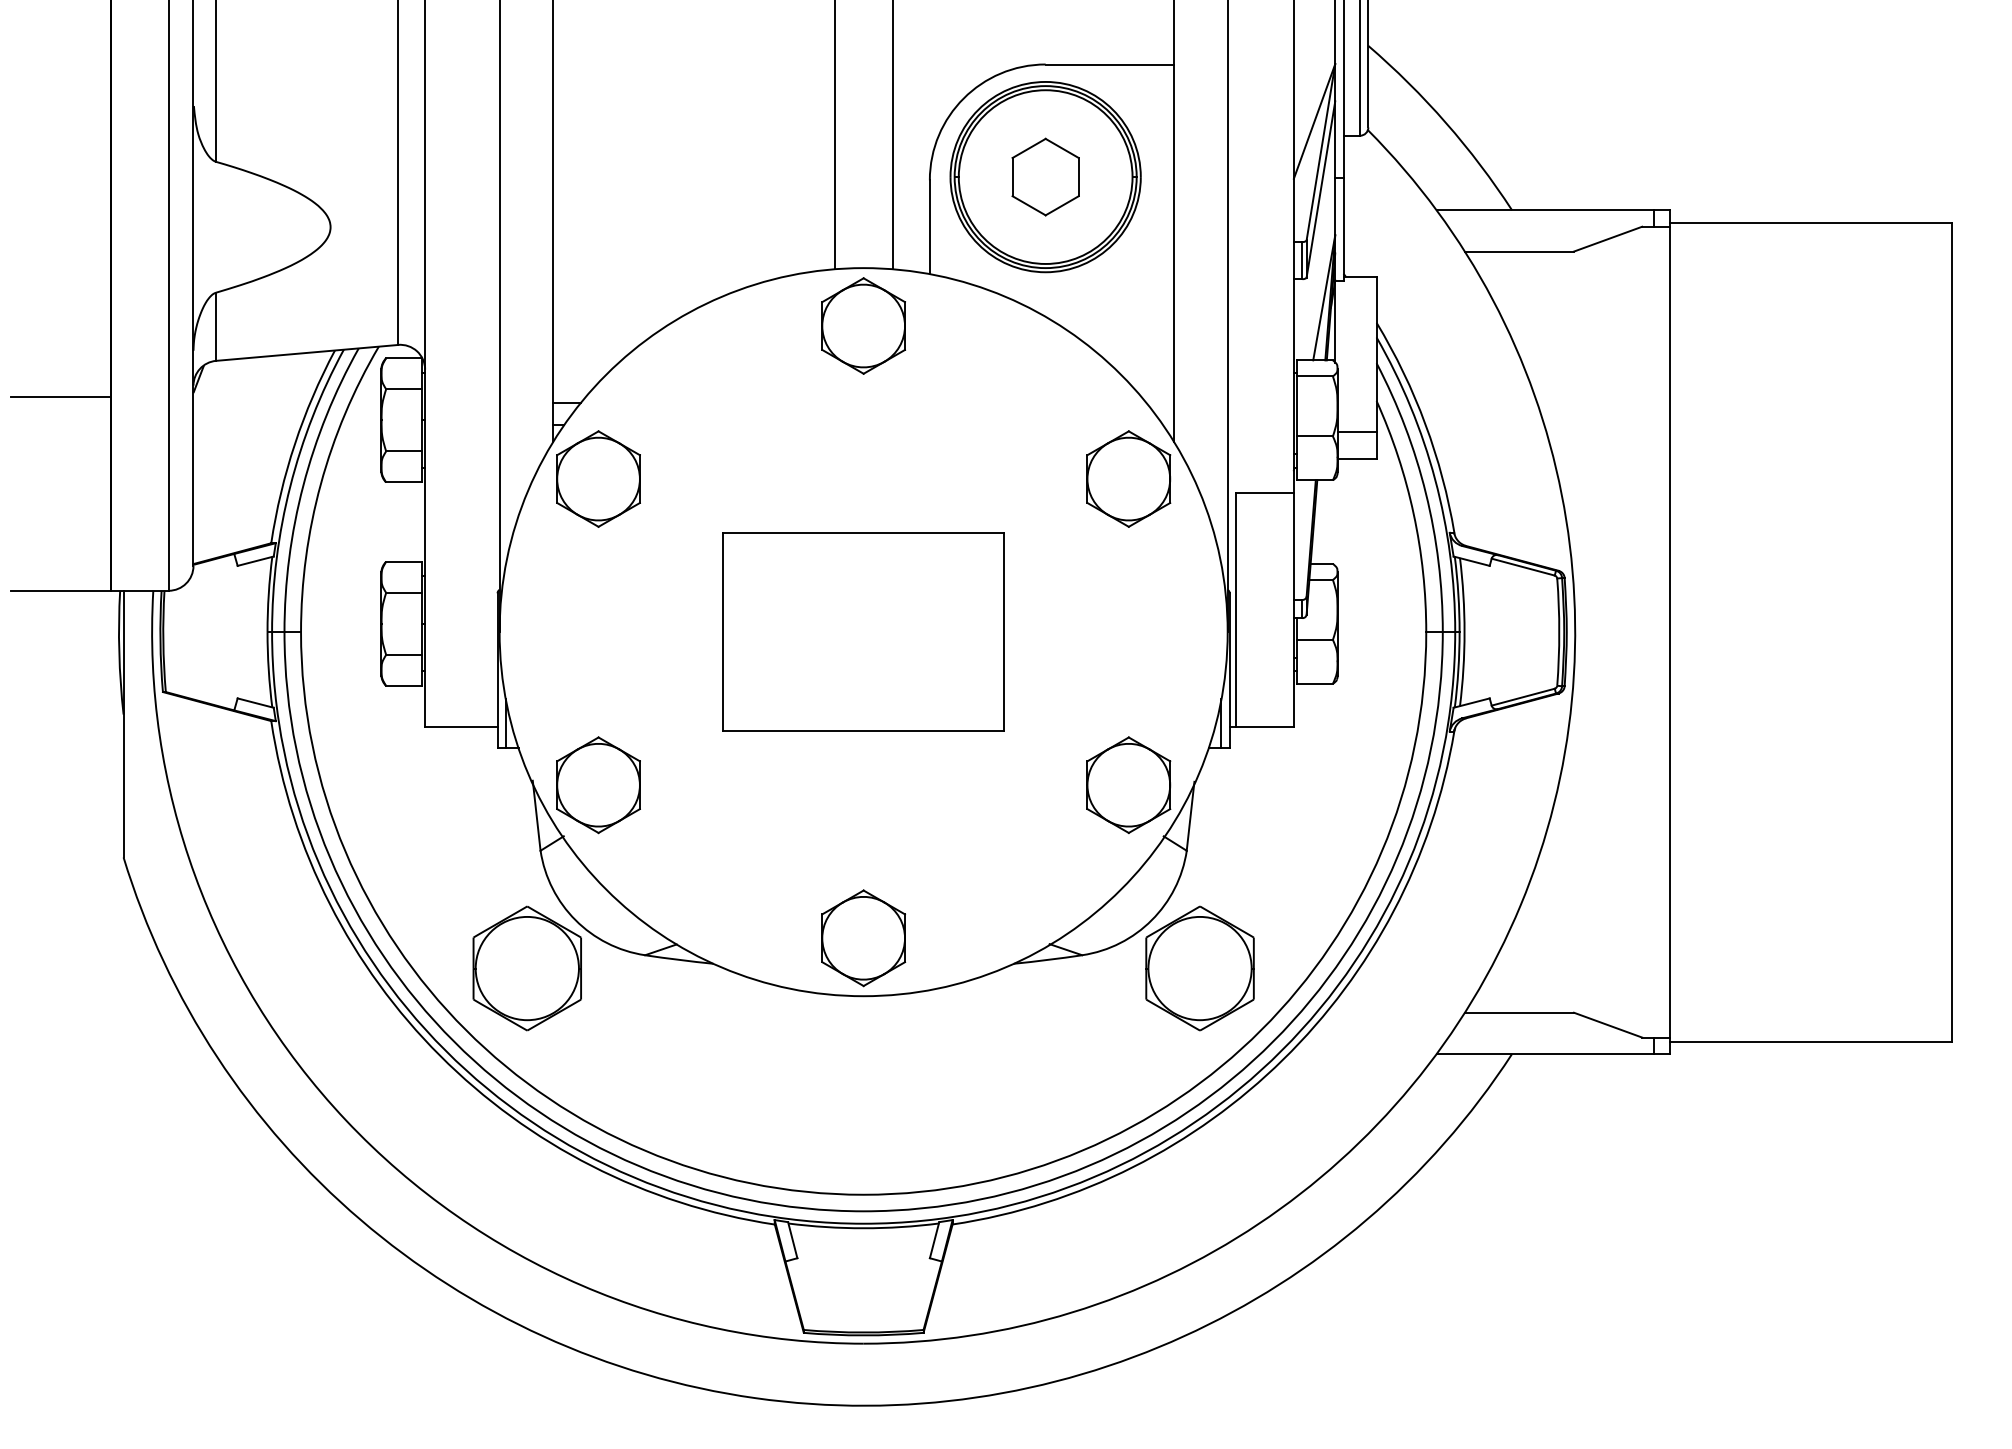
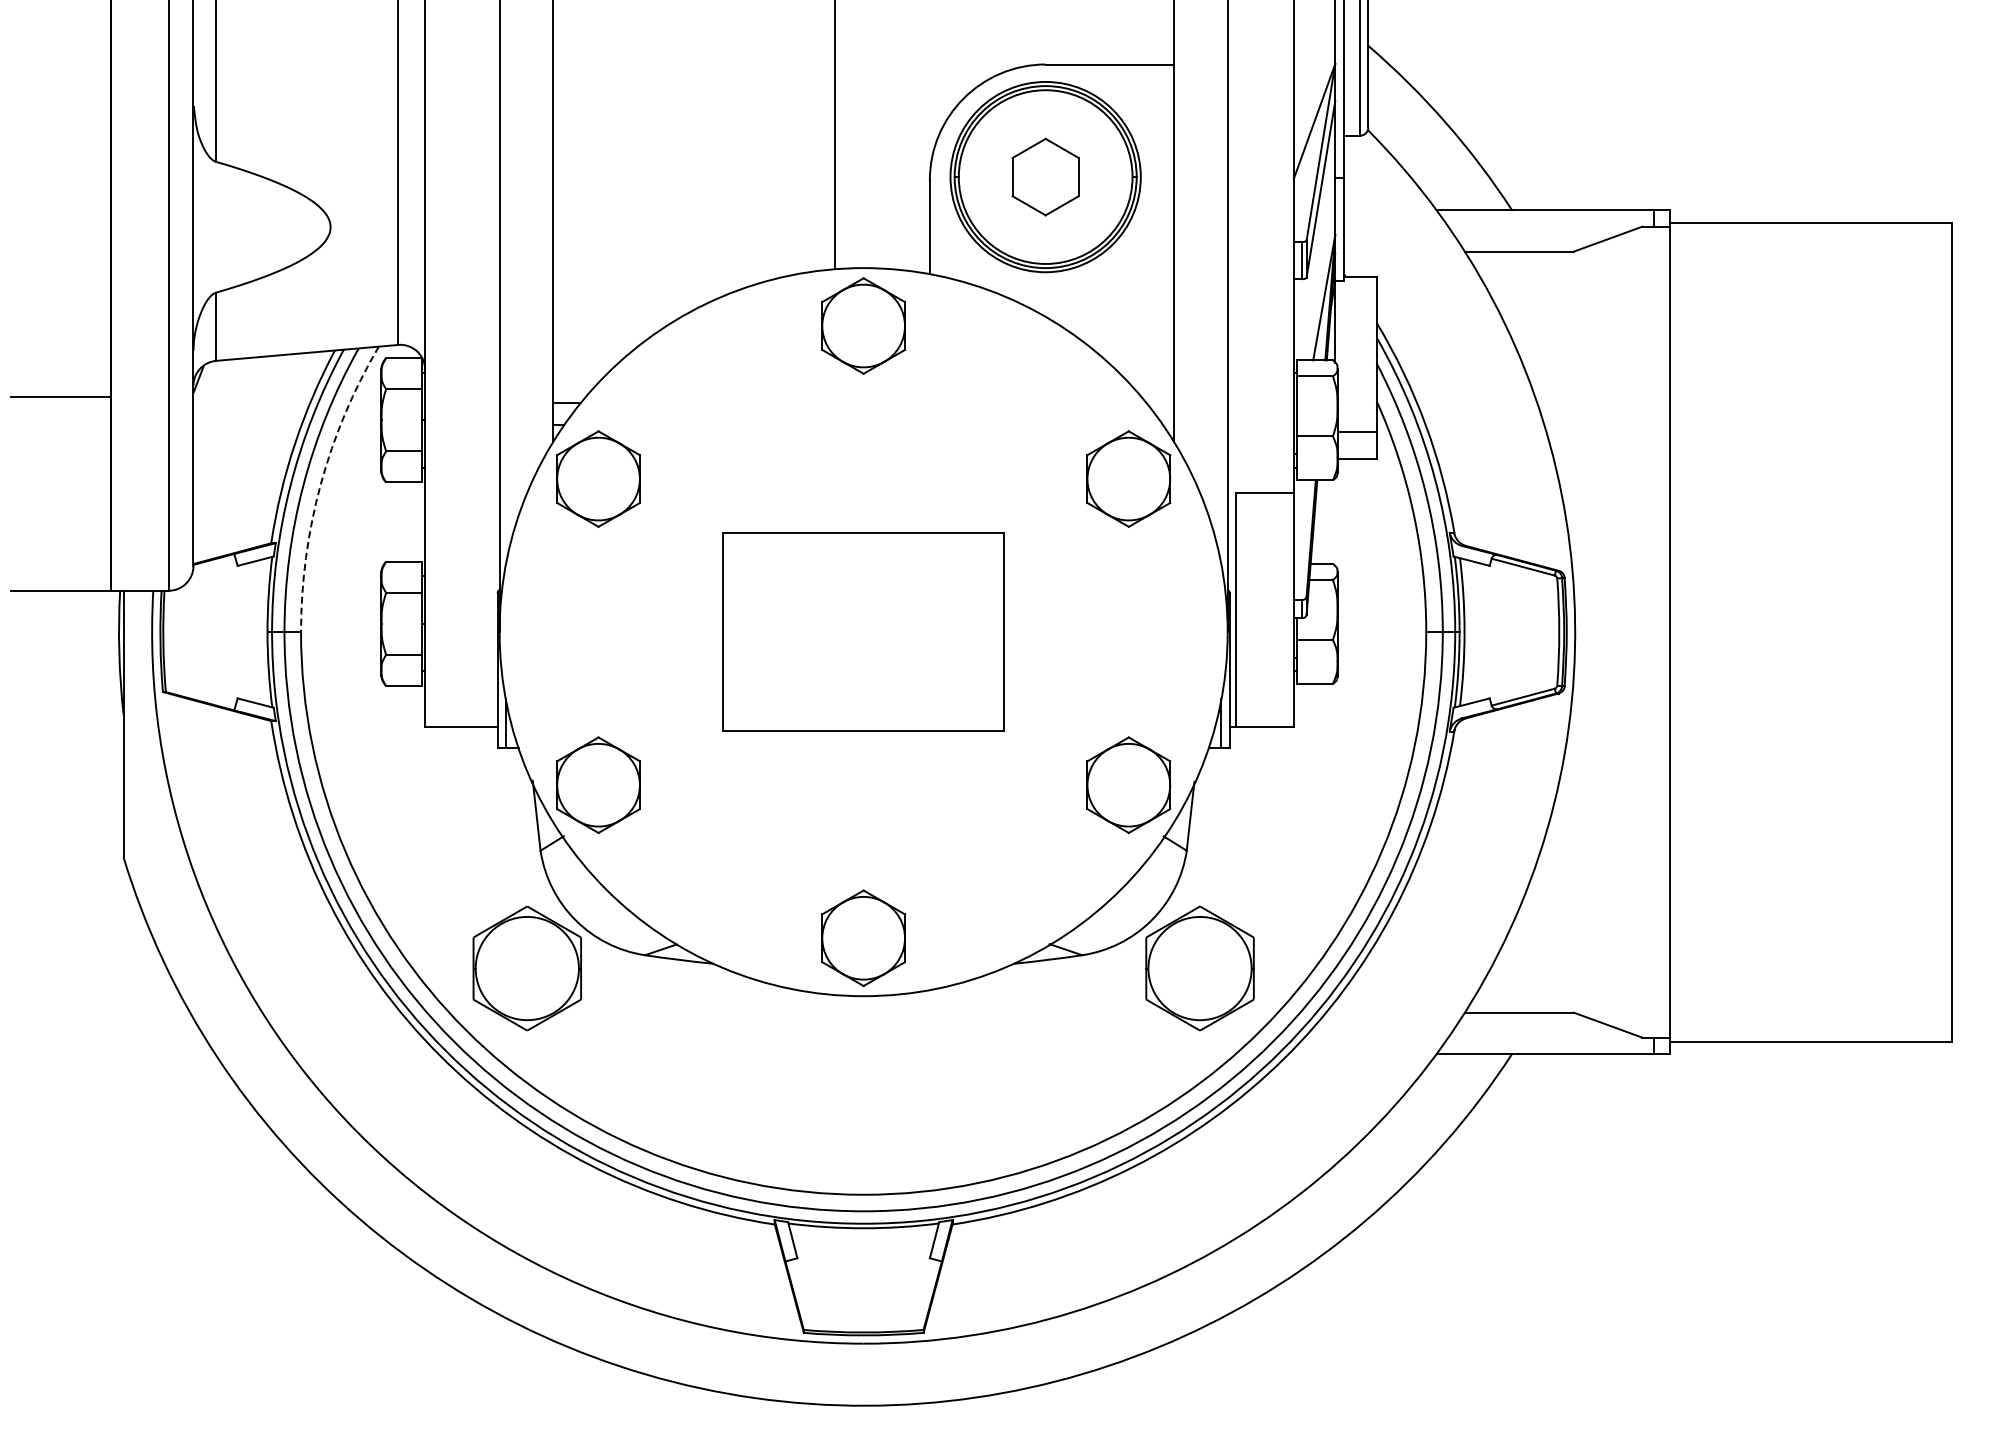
line at (892, 135): present -> none
arc at (320, 484): solid -> dashed
